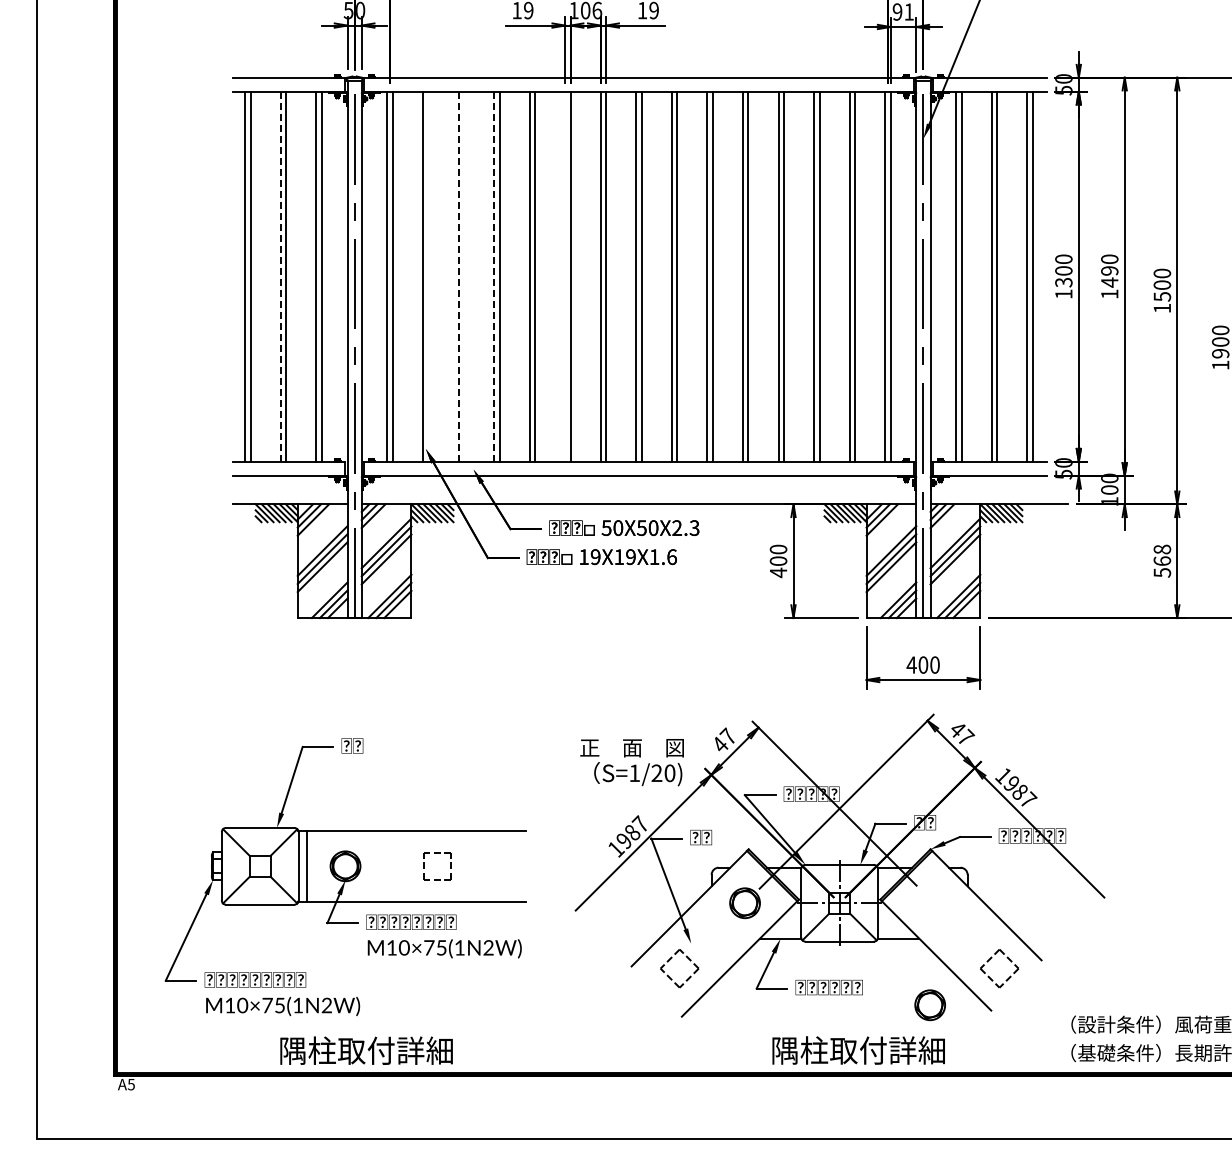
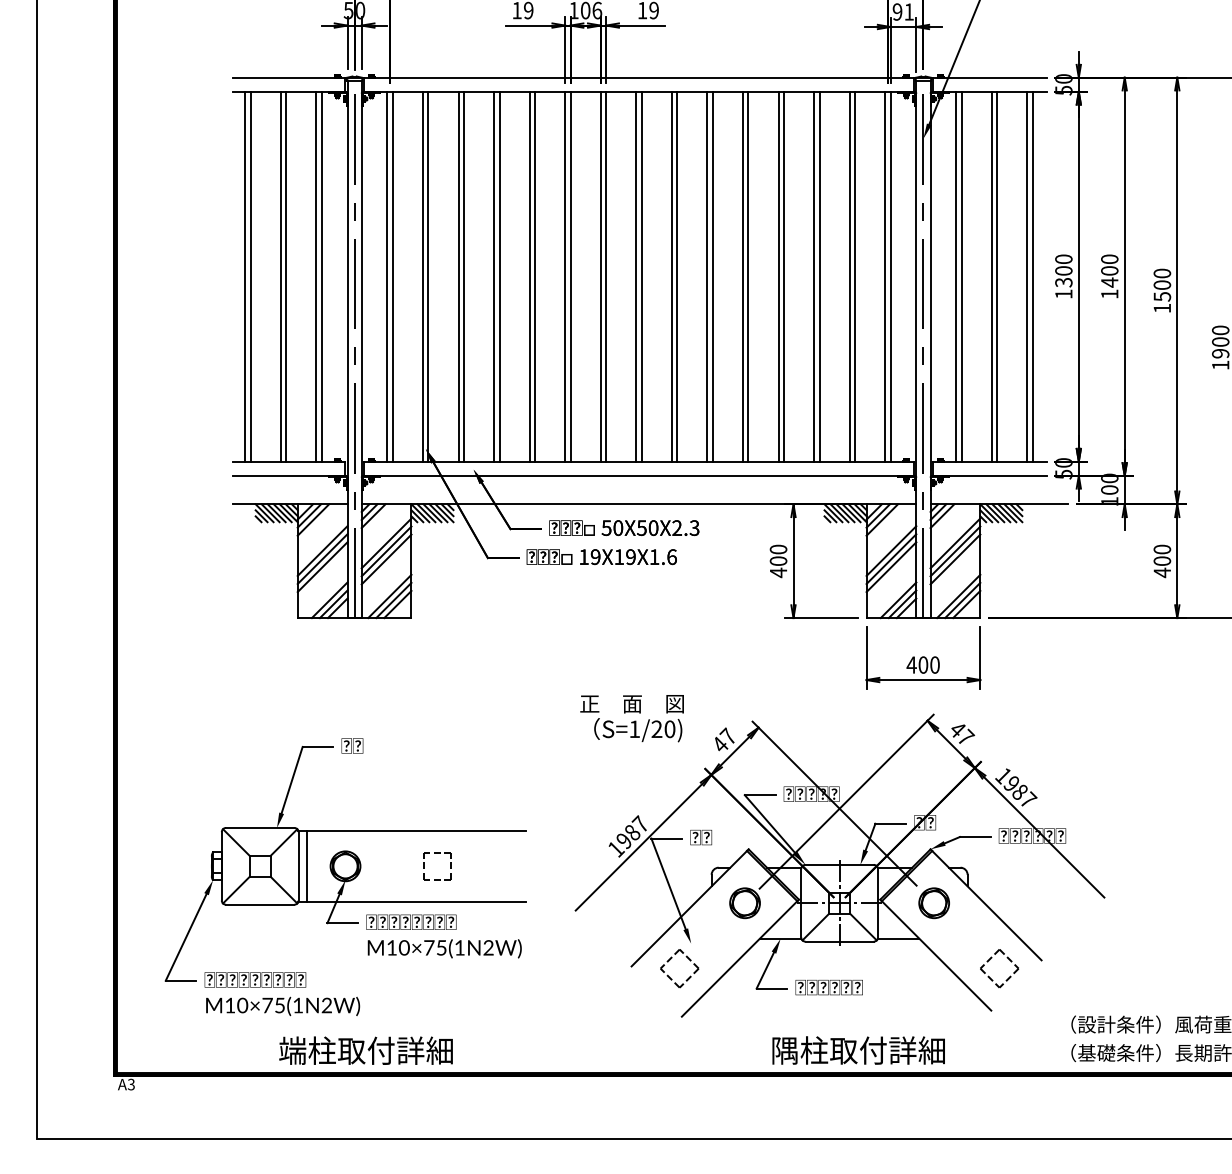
text at (1109, 270): 1490 -> 1400
line at (280, 276): dashed -> solid
line at (428, 276): none -> present
line at (458, 276): dashed -> solid
line at (463, 276): none -> present
line at (494, 276): dashed -> solid
line at (565, 276): none -> present
text at (1162, 561): 568 -> 400
text at (631, 762) position: (631, 762) -> (631, 718)
part at (929, 1005) position: (929, 1005) -> (933, 903)
text at (292, 1050): 隅柱取付詳細 -> 端柱取付詳細
text at (131, 1083): A5 -> A3
